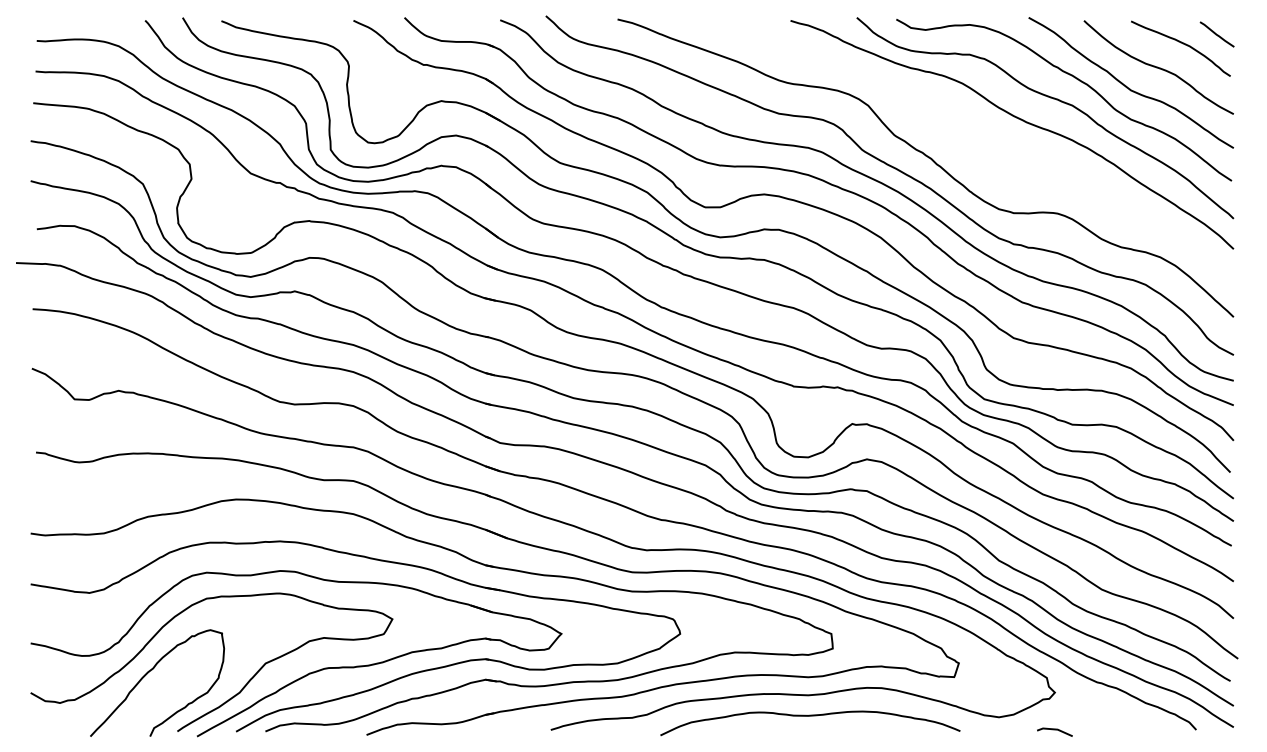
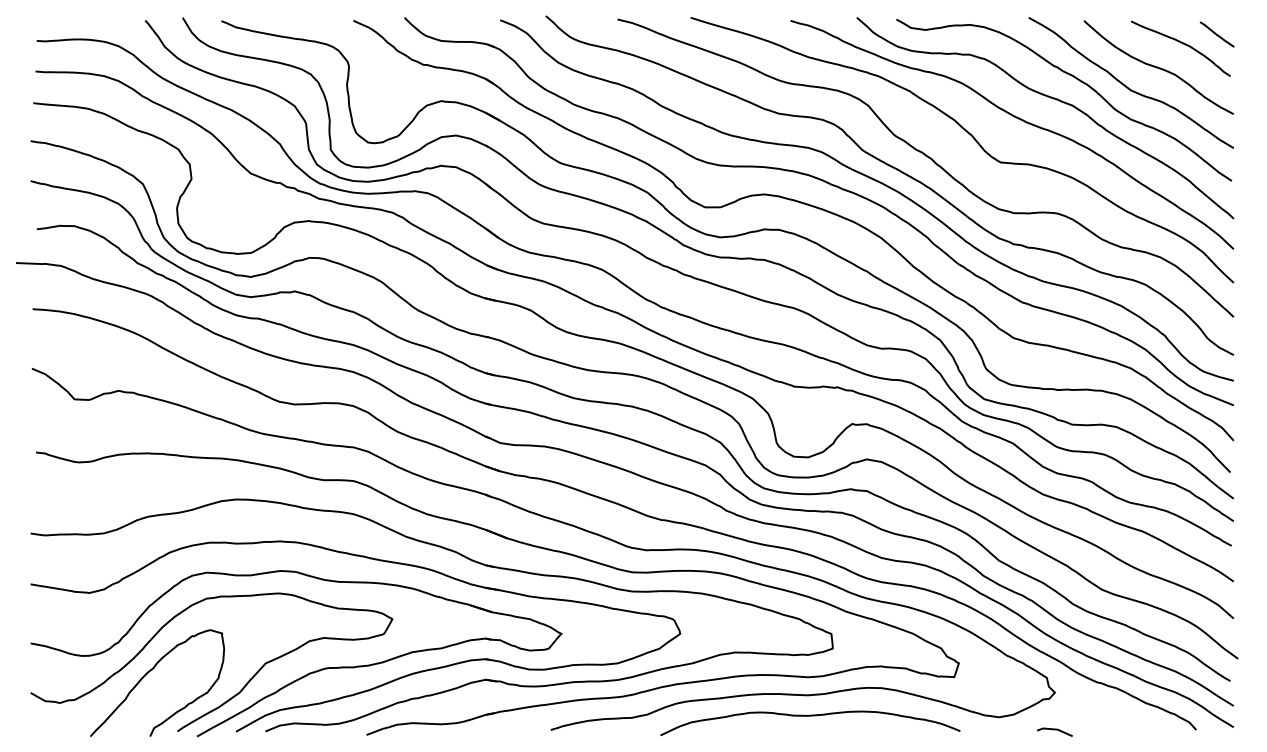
curve at (973, 139): none -> present
